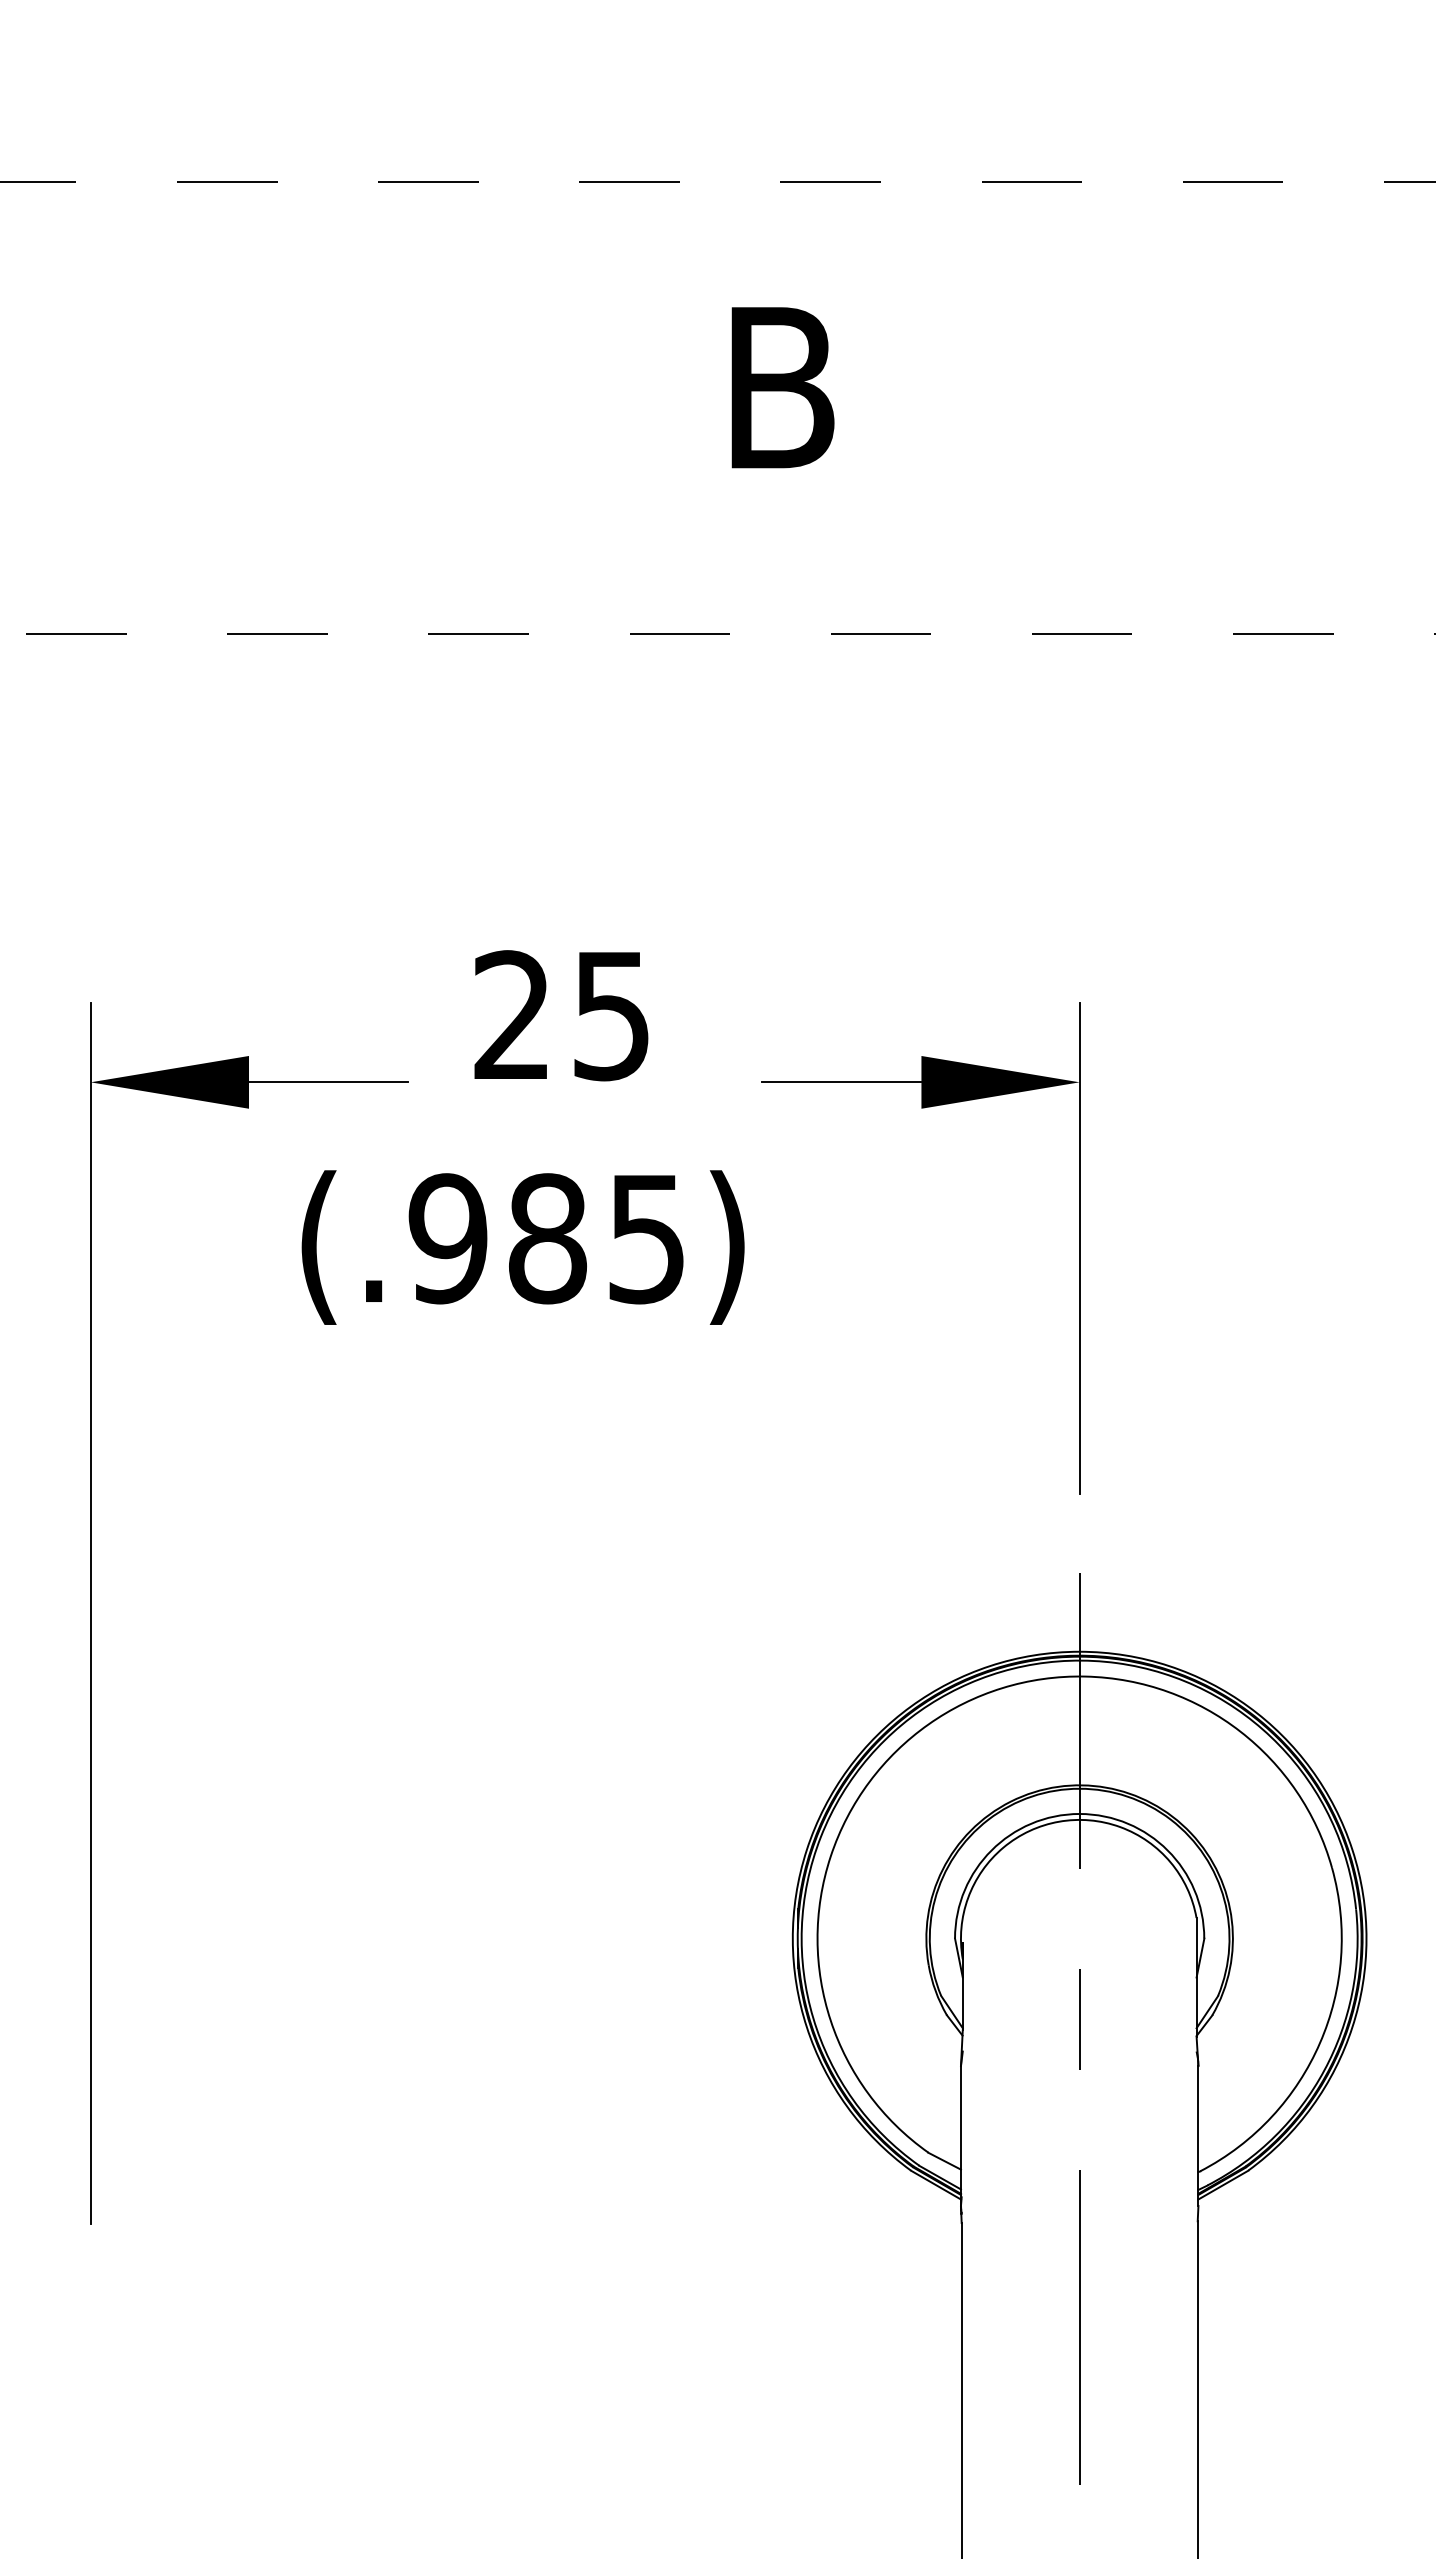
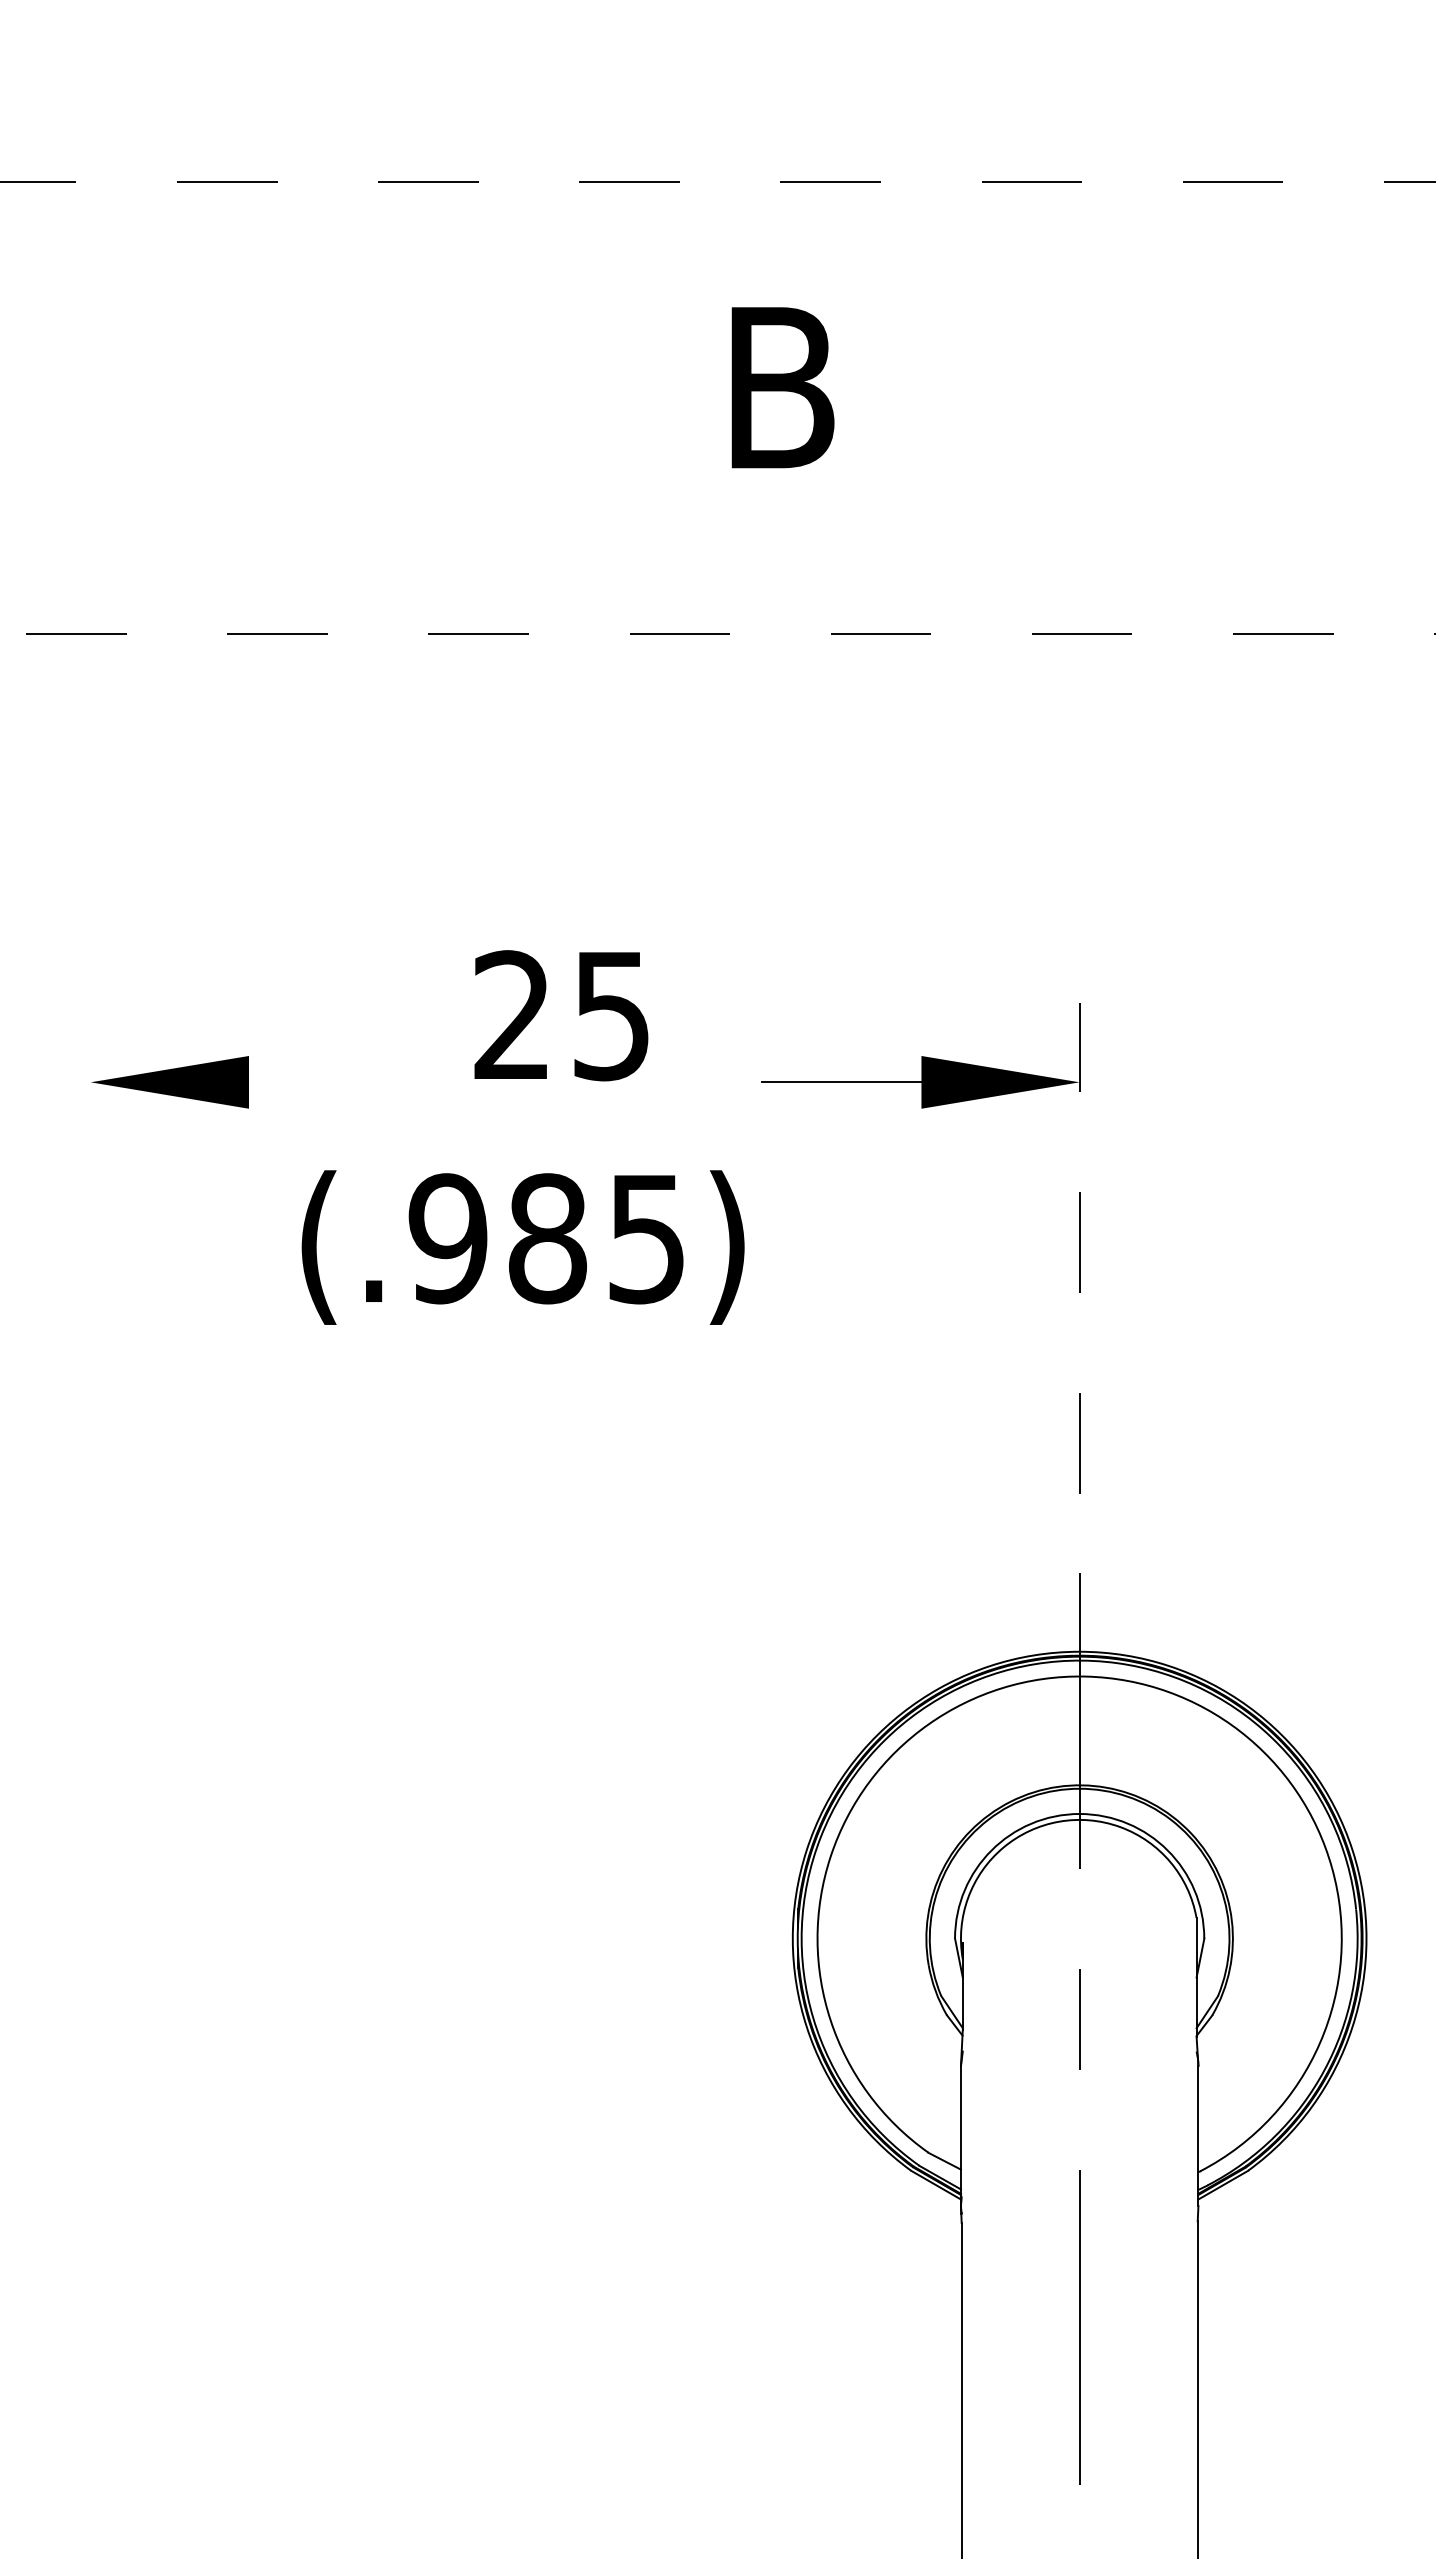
line at (328, 1082): present -> none
line at (1079, 1248): solid -> dashed
line at (90, 1613): present -> none
